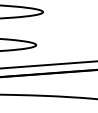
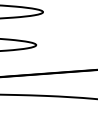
line at (48, 64): present -> none
